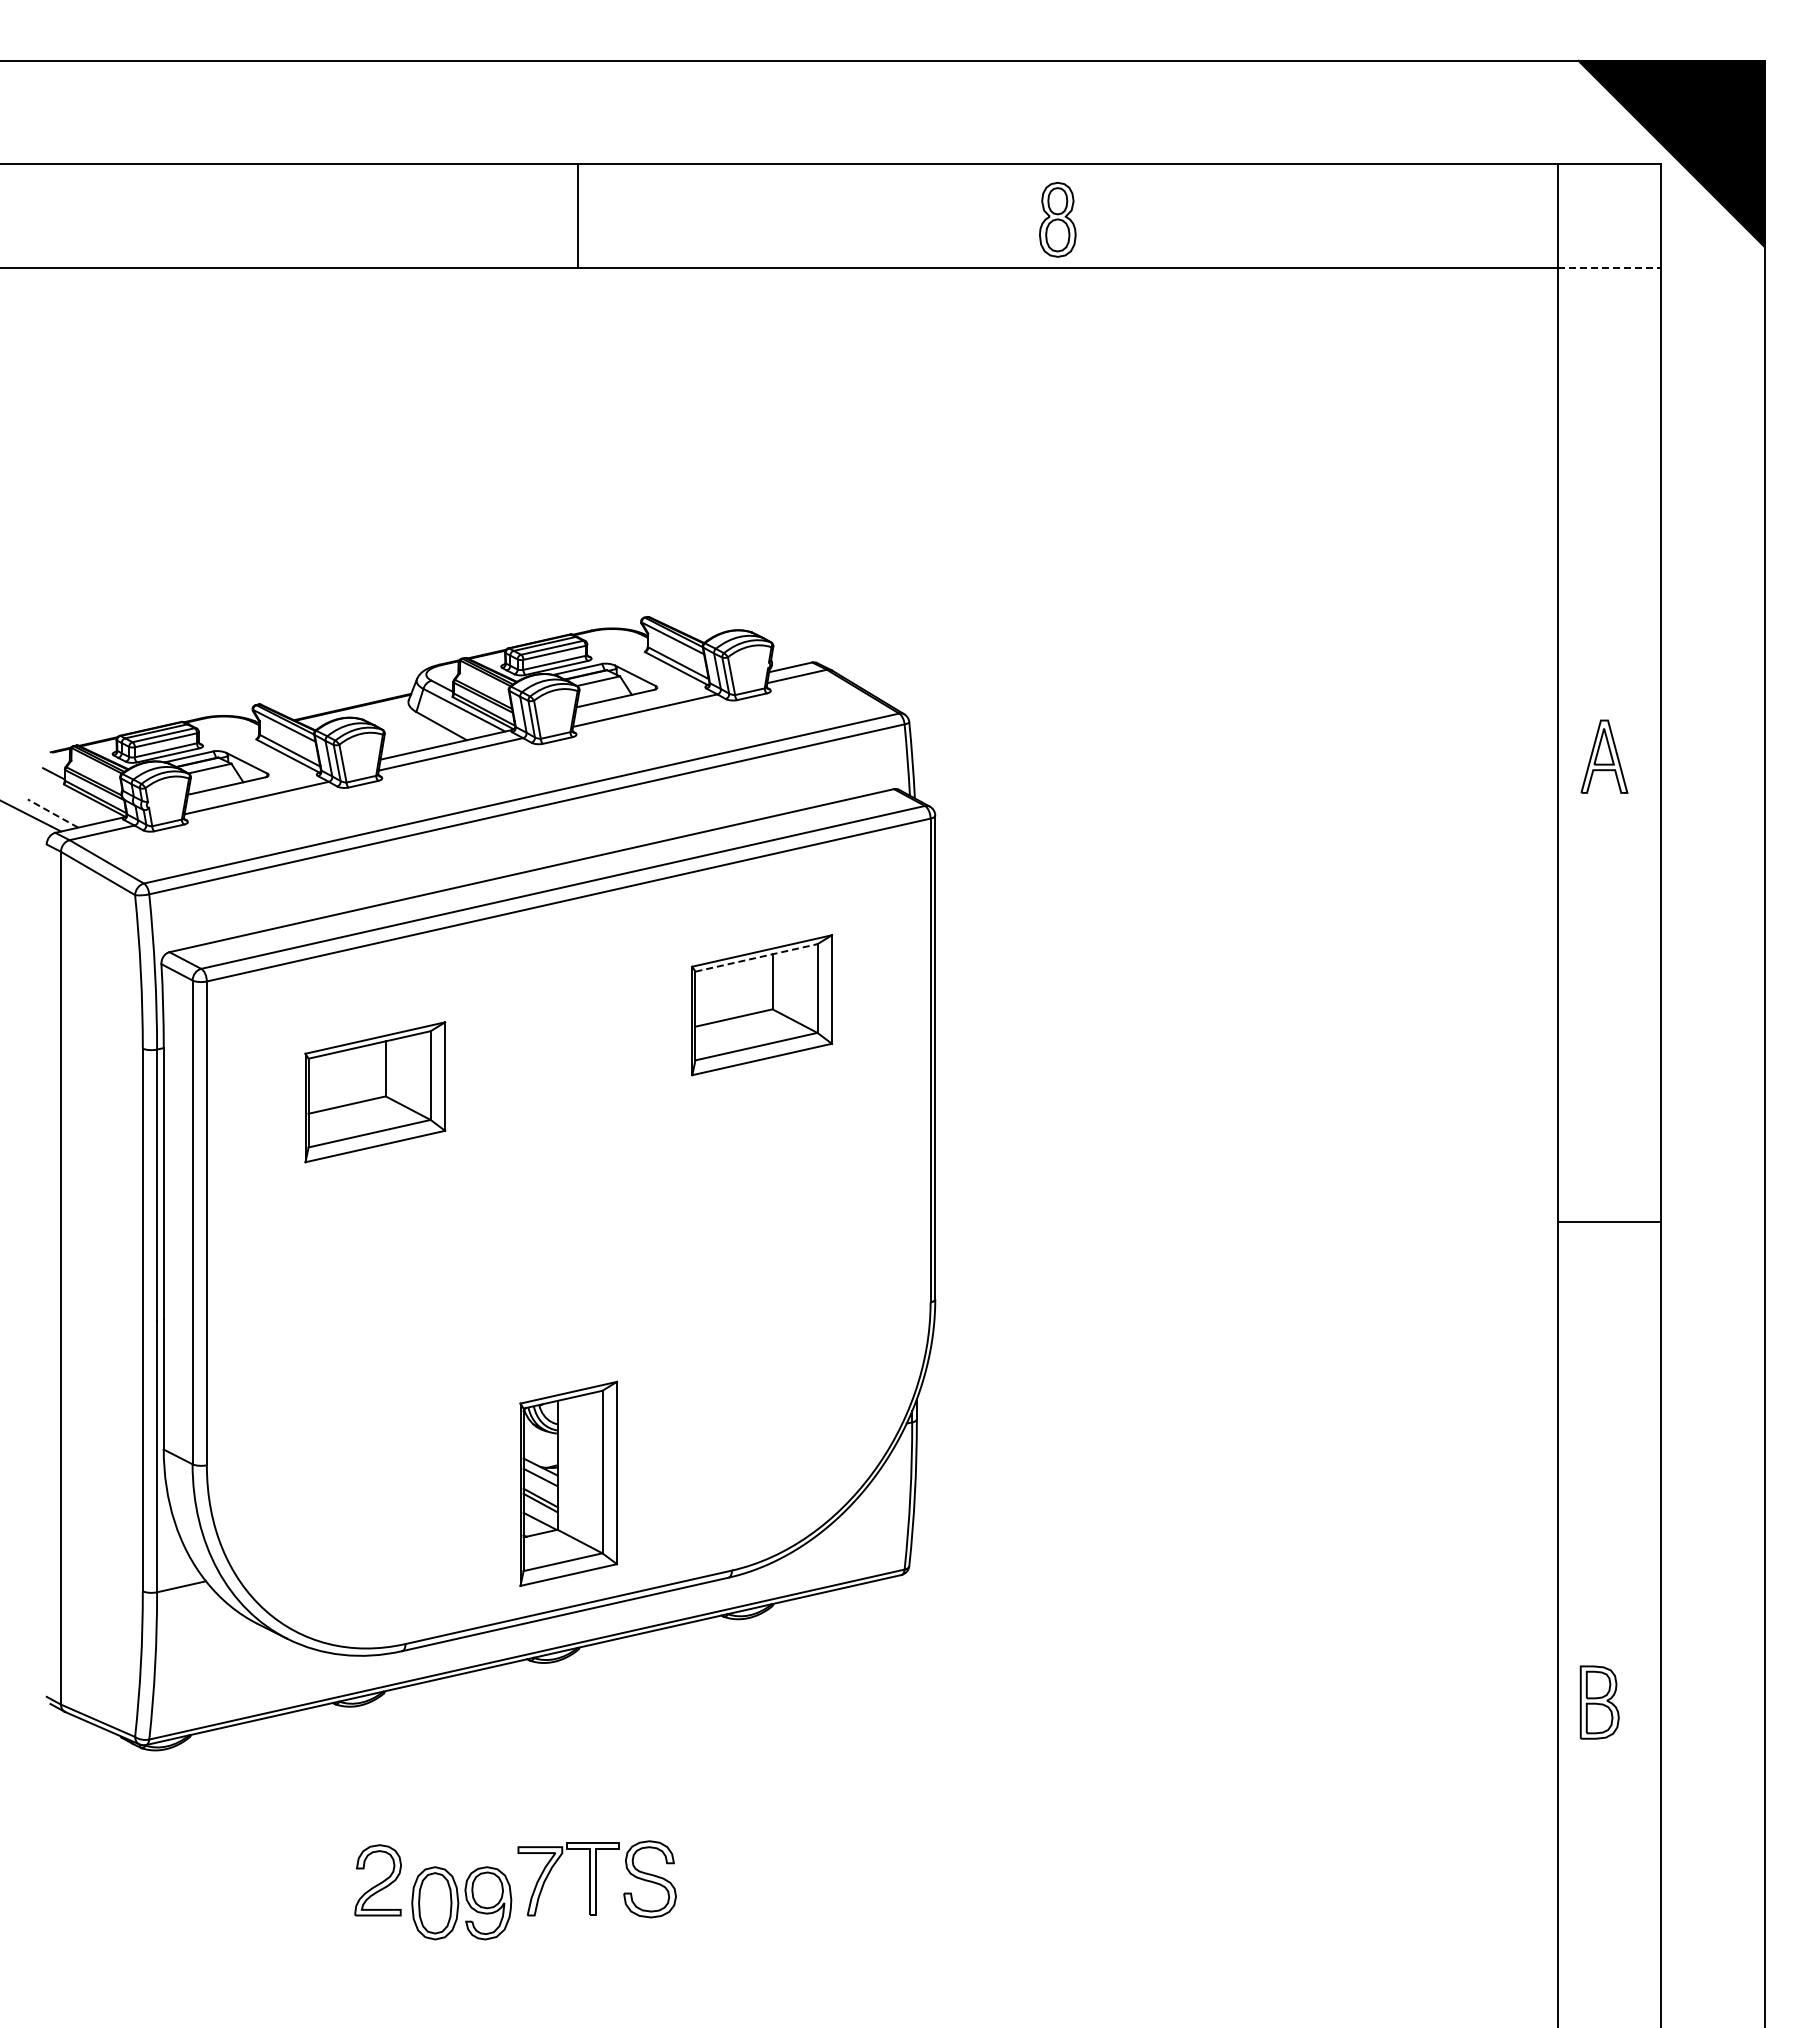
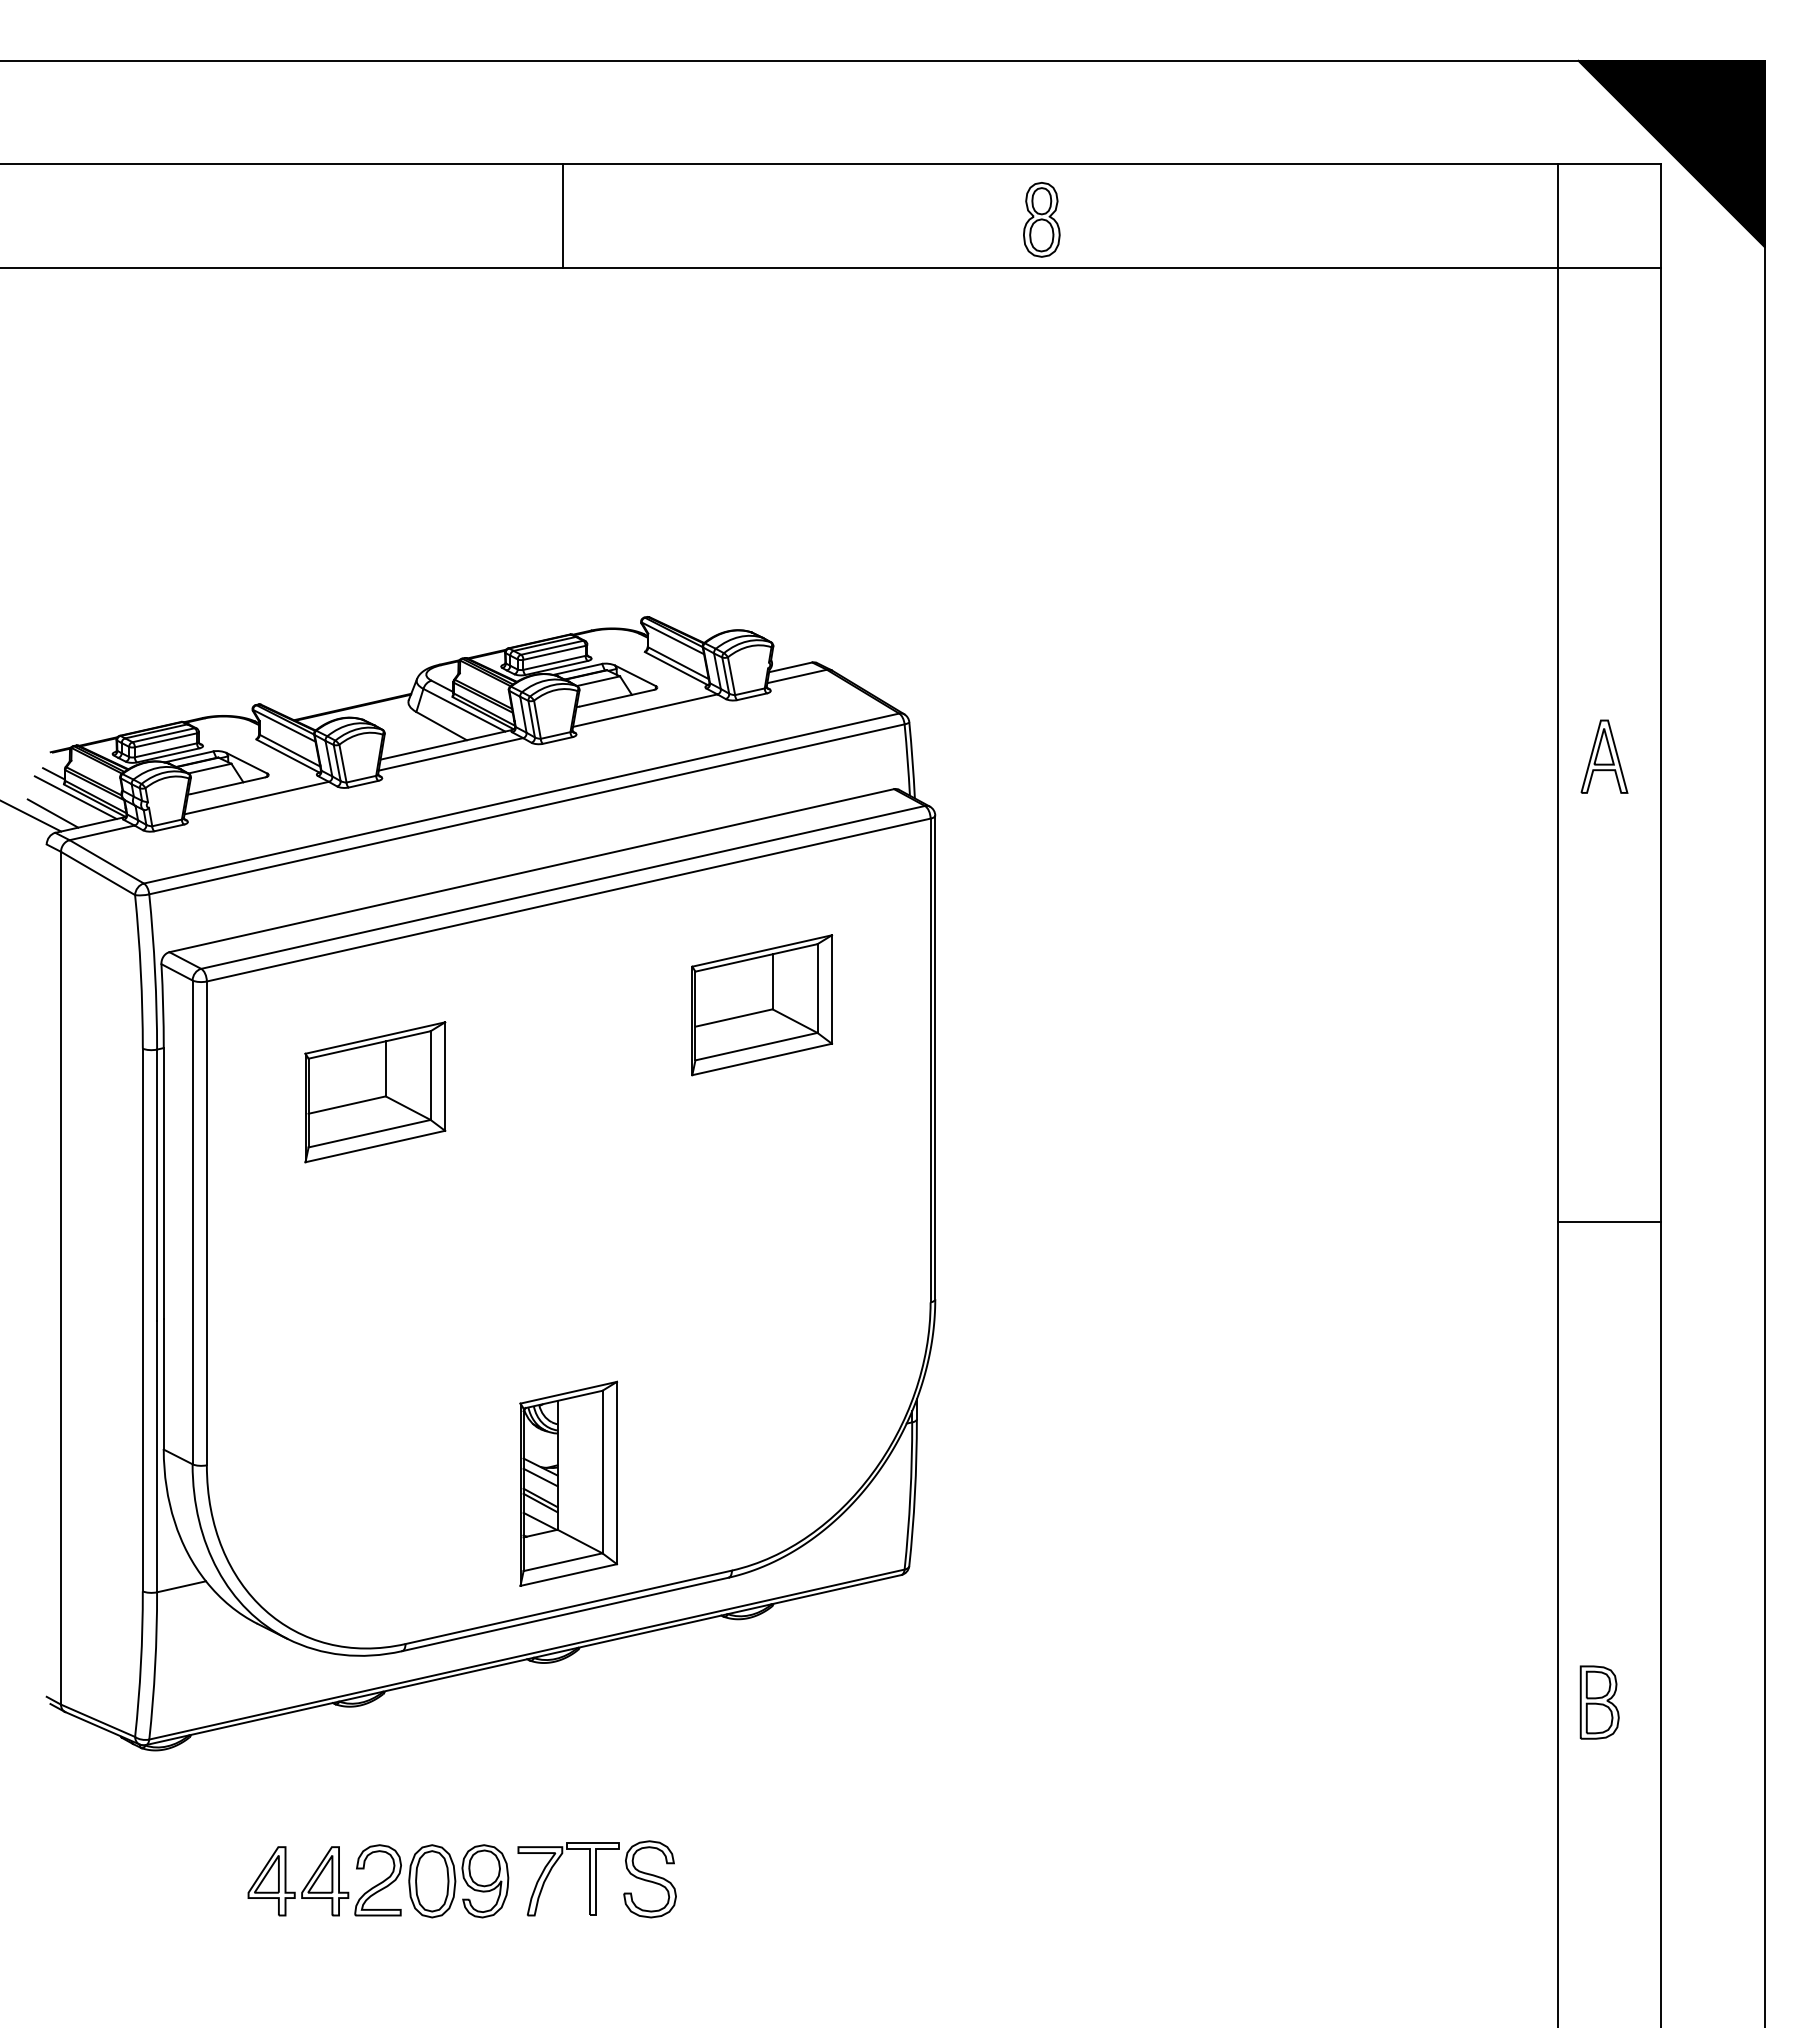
line at (577, 215) position: (577, 215) -> (562, 215)
part at (1057, 219) position: (1057, 219) -> (1041, 219)
line at (1609, 267): dashed -> solid
line at (75, 797): none -> present
line at (53, 813): dashed -> solid
line at (756, 957): dashed -> solid
part at (305, 1885): none -> present
part at (461, 1903) position: (461, 1903) -> (458, 1881)
